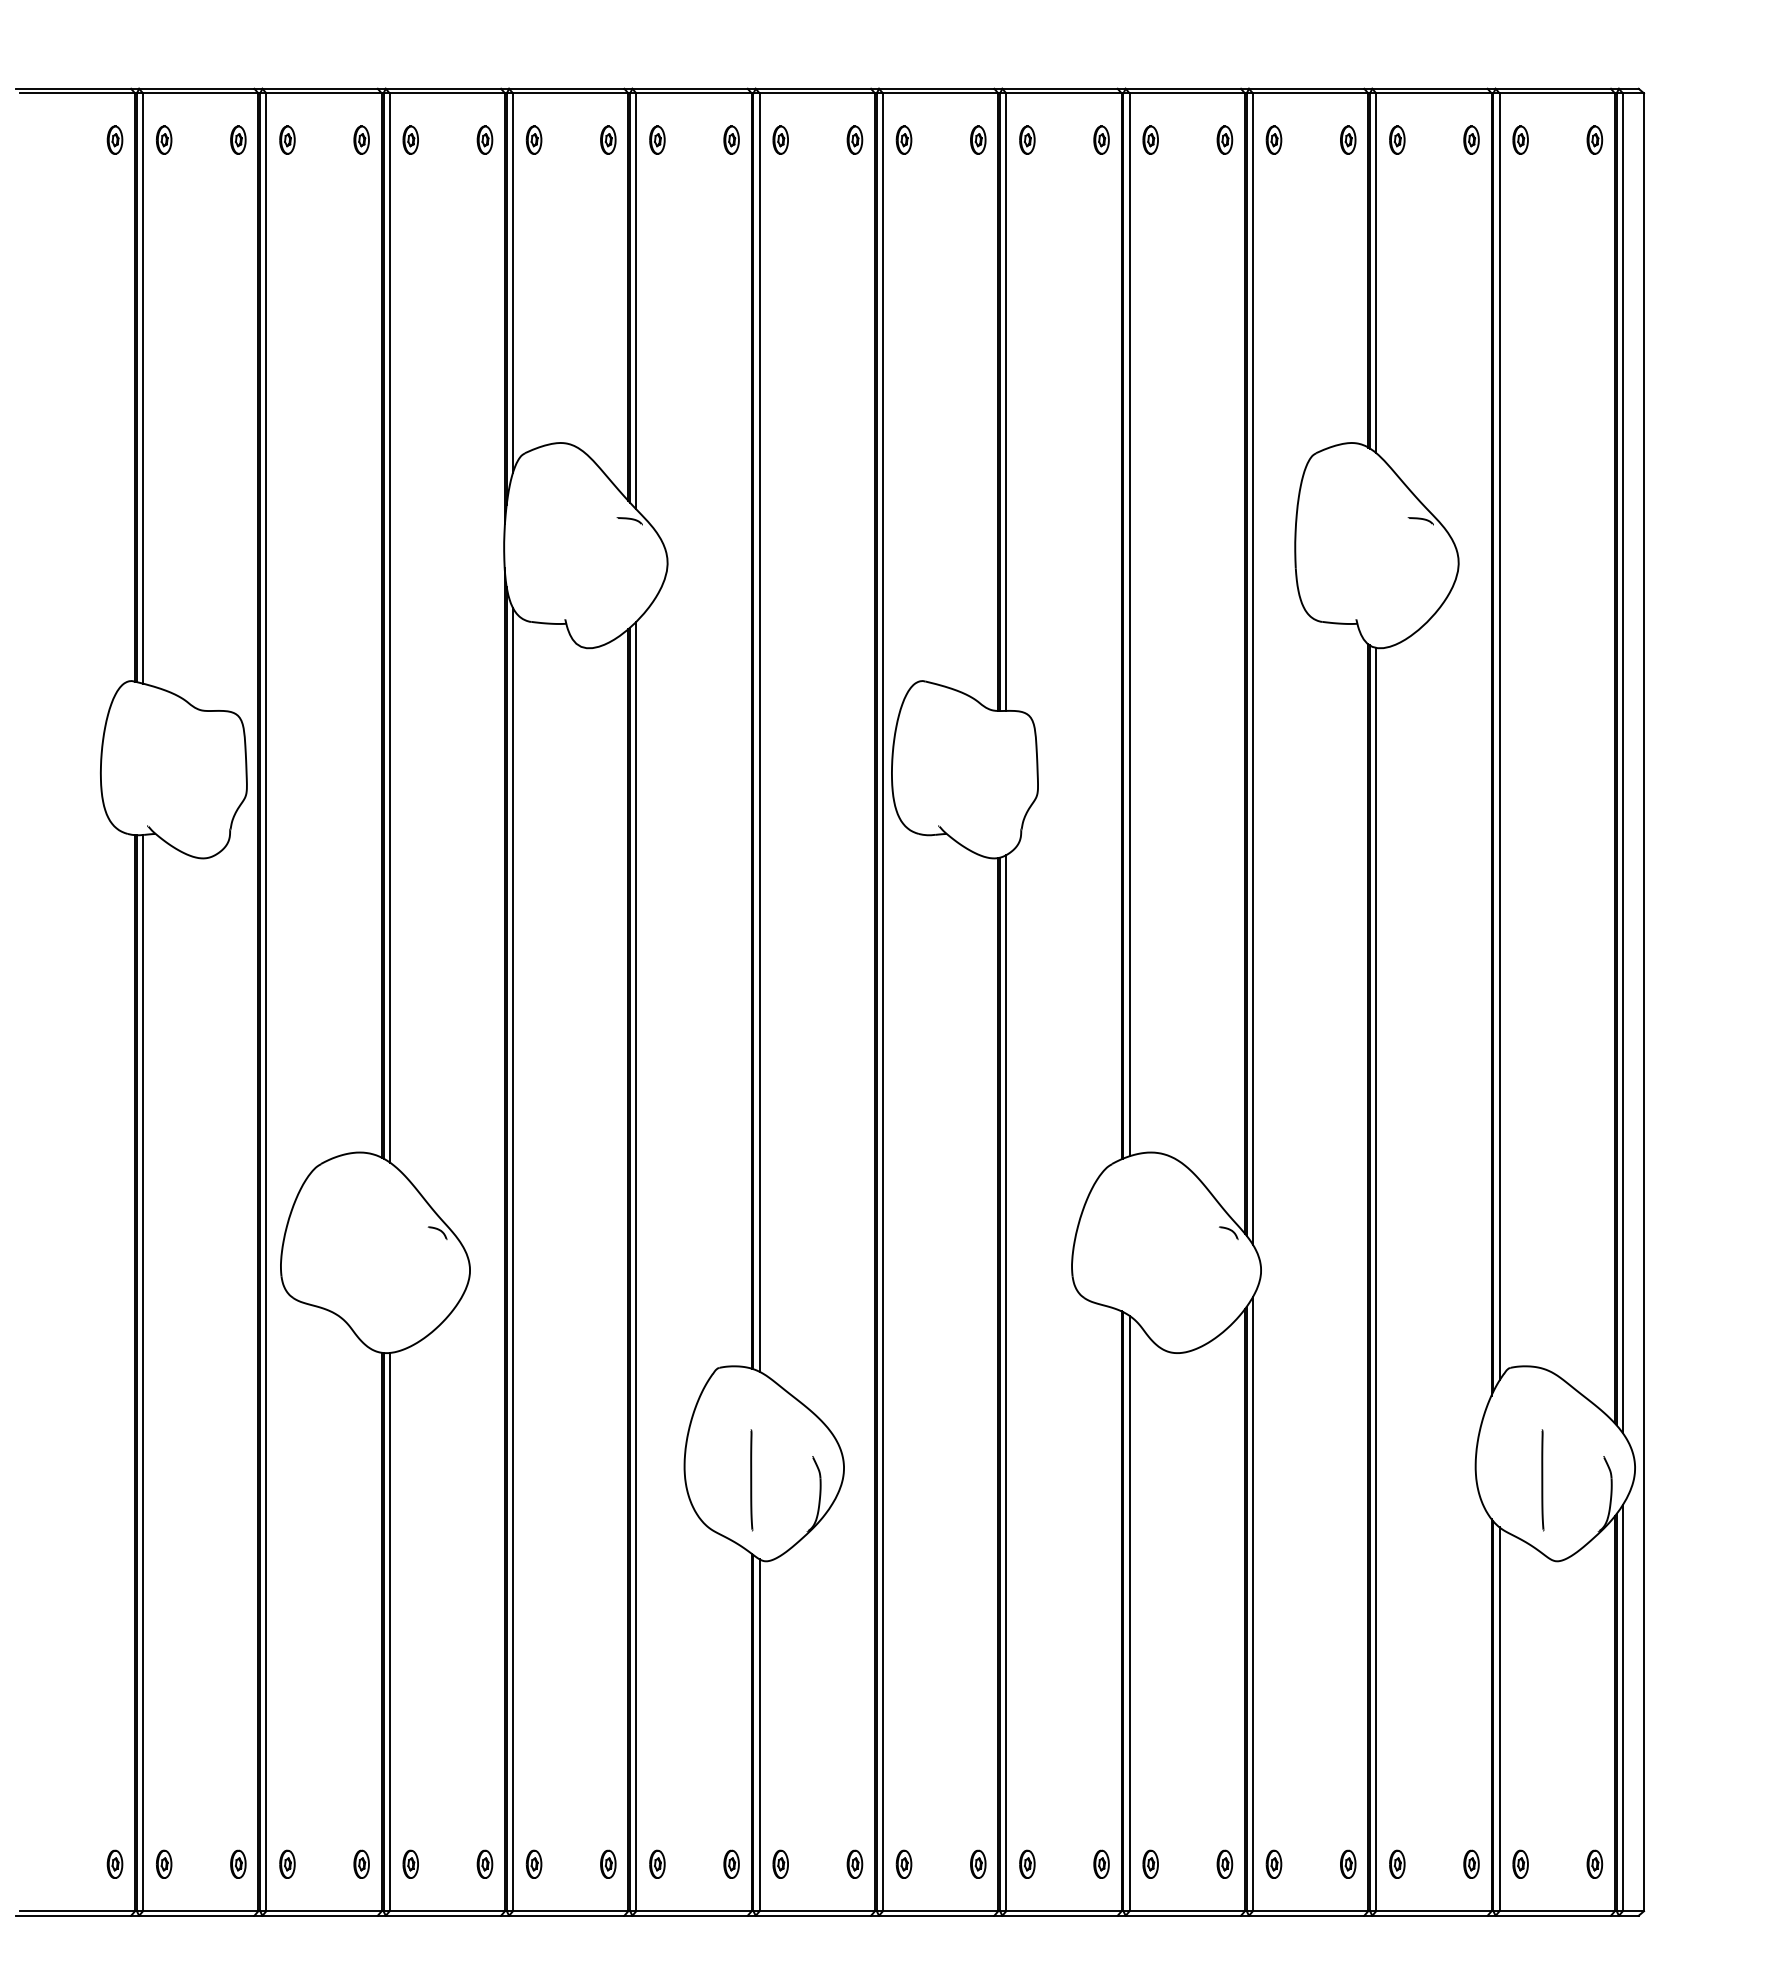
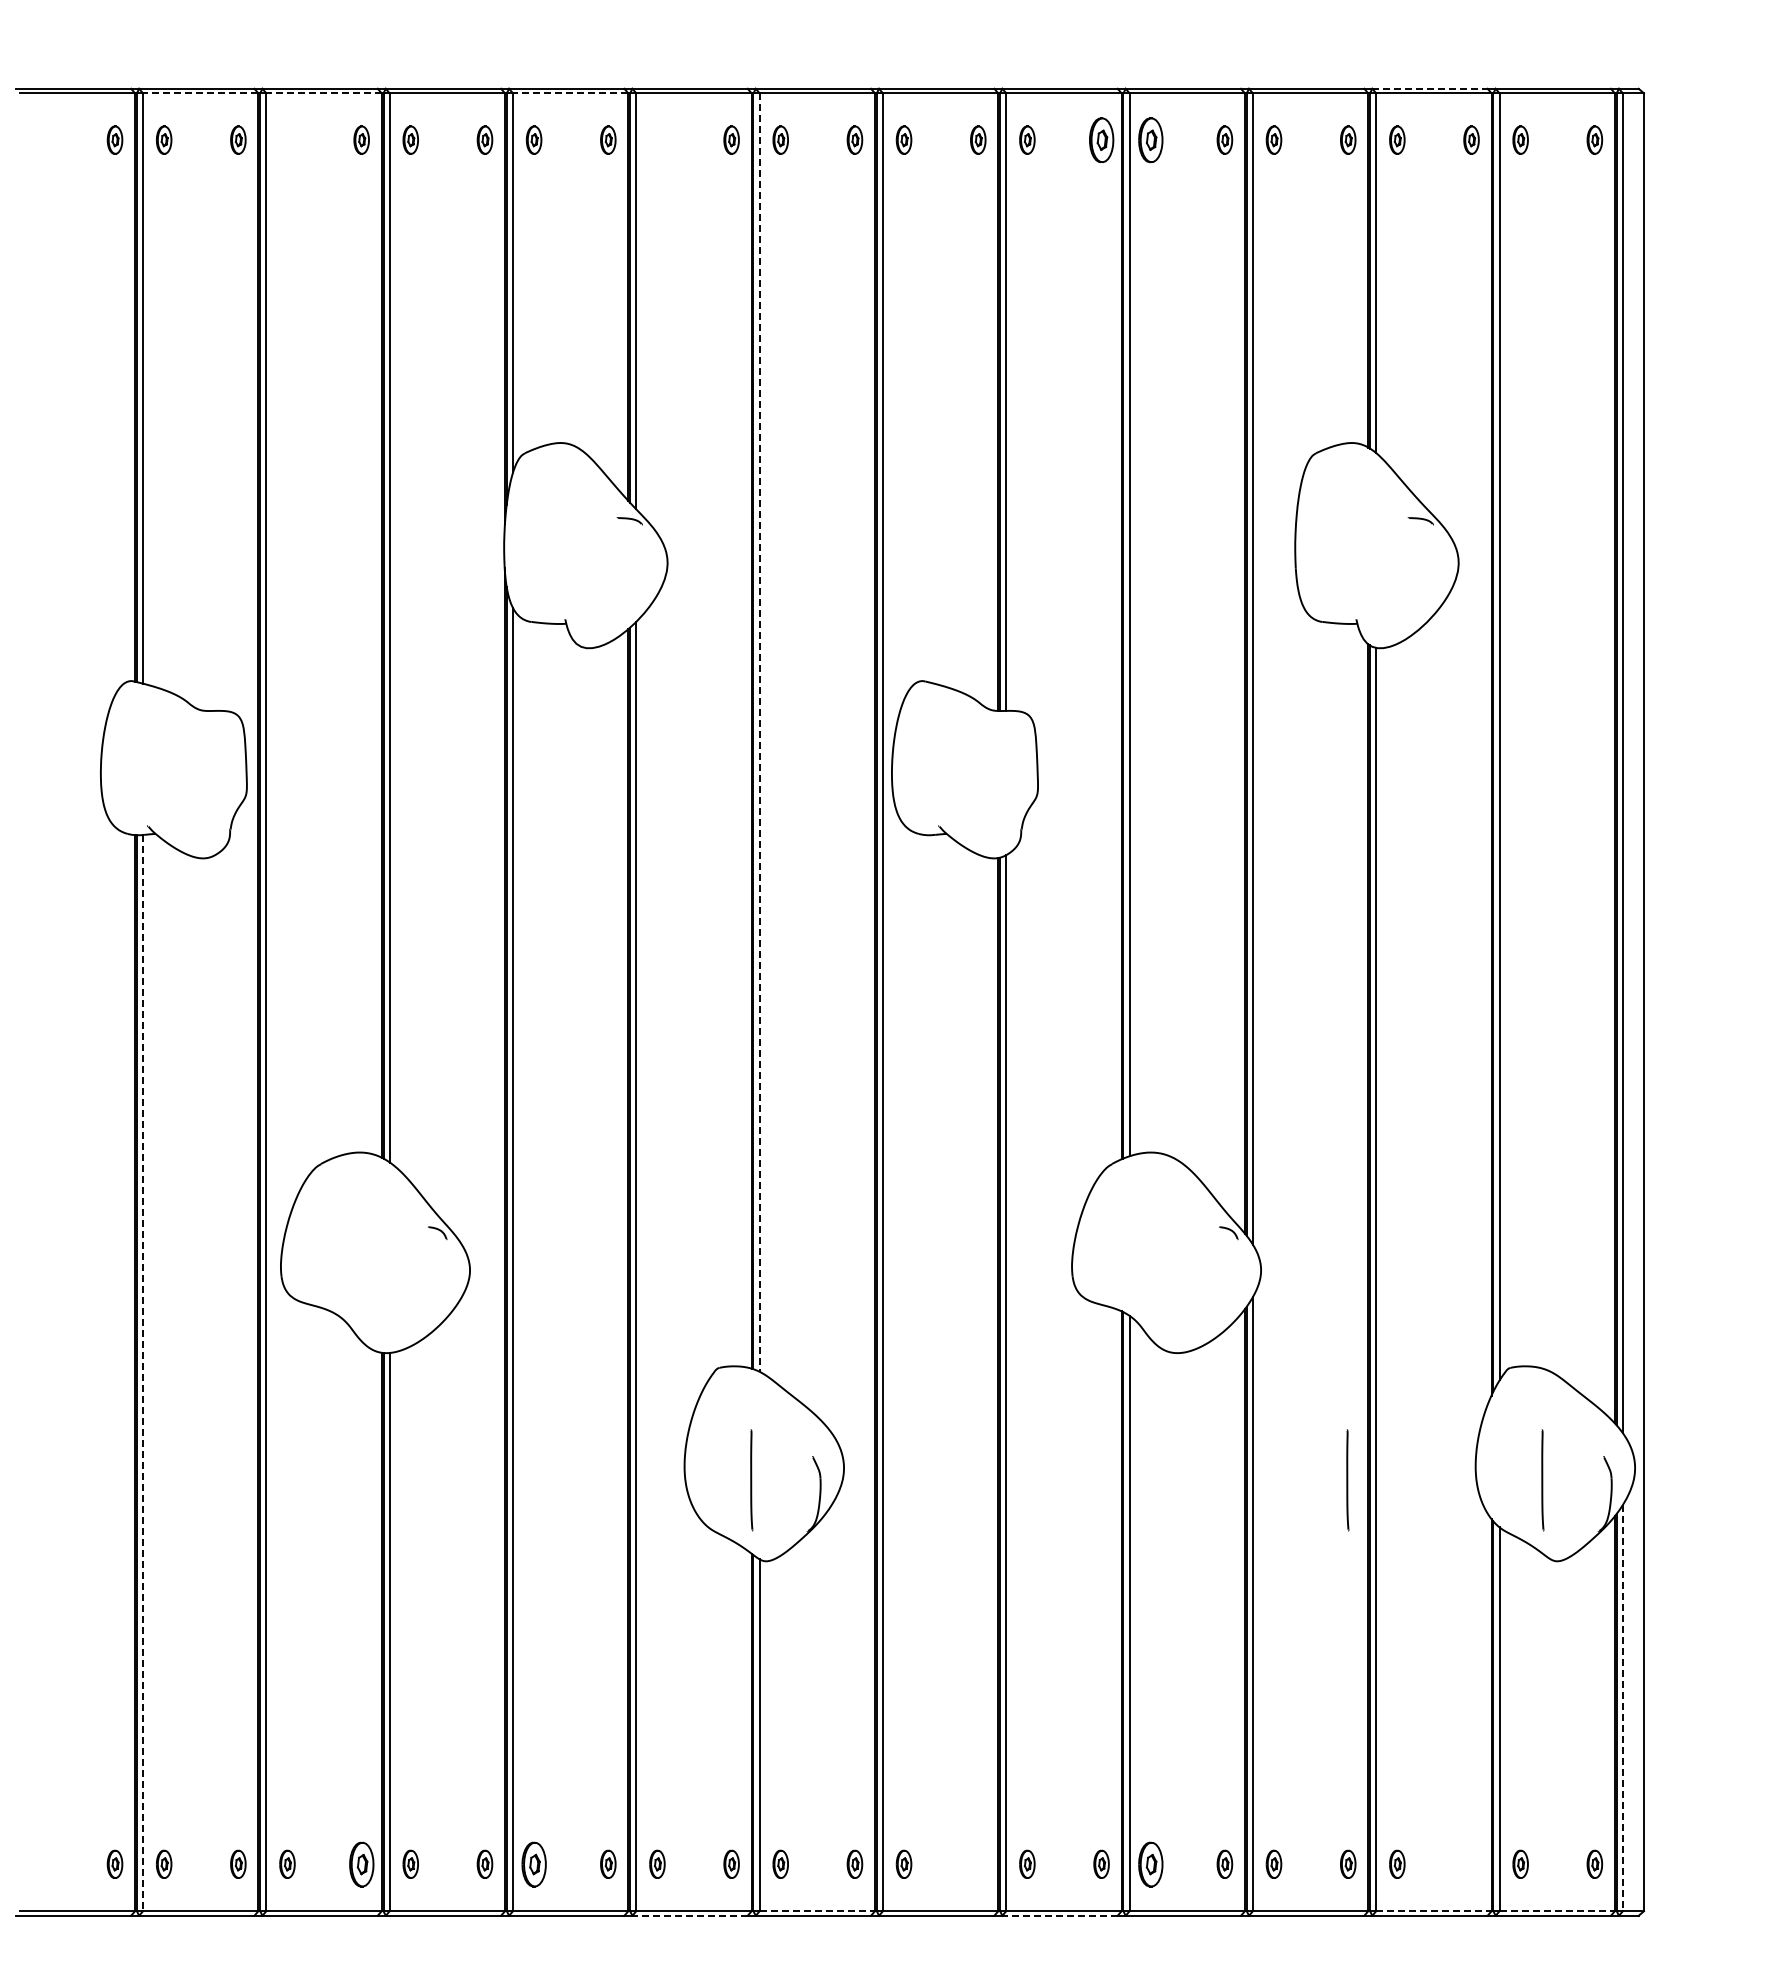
line at (1430, 88): solid -> dashed
line at (200, 93): solid -> dashed
line at (324, 93): solid -> dashed
line at (570, 93): solid -> dashed
part at (287, 139): present -> none
part at (657, 139): present -> none
part at (1101, 139) size: 17x30 px -> 26x46 px
part at (1150, 139) size: 17x30 px -> 26x47 px
line at (759, 733): solid -> dashed
line at (143, 1373): solid -> dashed
line at (1347, 1480): none -> present
line at (1622, 1708): solid -> dashed
part at (361, 1863) size: 17x30 px -> 26x47 px
part at (533, 1863) size: 18x30 px -> 26x47 px
part at (978, 1863): present -> none
part at (1150, 1863) size: 17x30 px -> 26x47 px
part at (1471, 1863): present -> none
line at (817, 1911): solid -> dashed
line at (1433, 1911): solid -> dashed
line at (1557, 1911): solid -> dashed
line at (690, 1915): solid -> dashed
line at (1060, 1915): solid -> dashed
